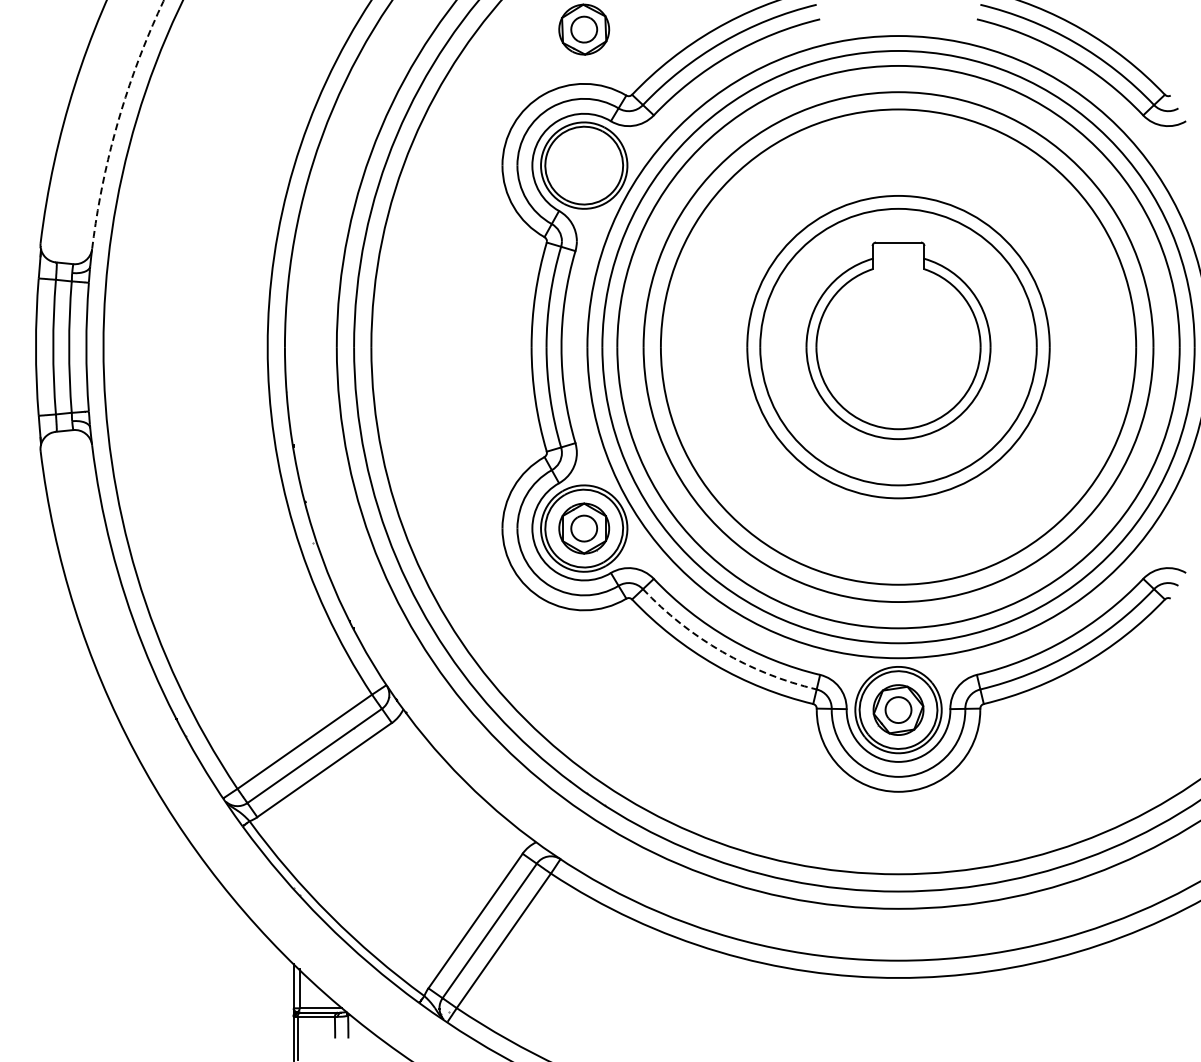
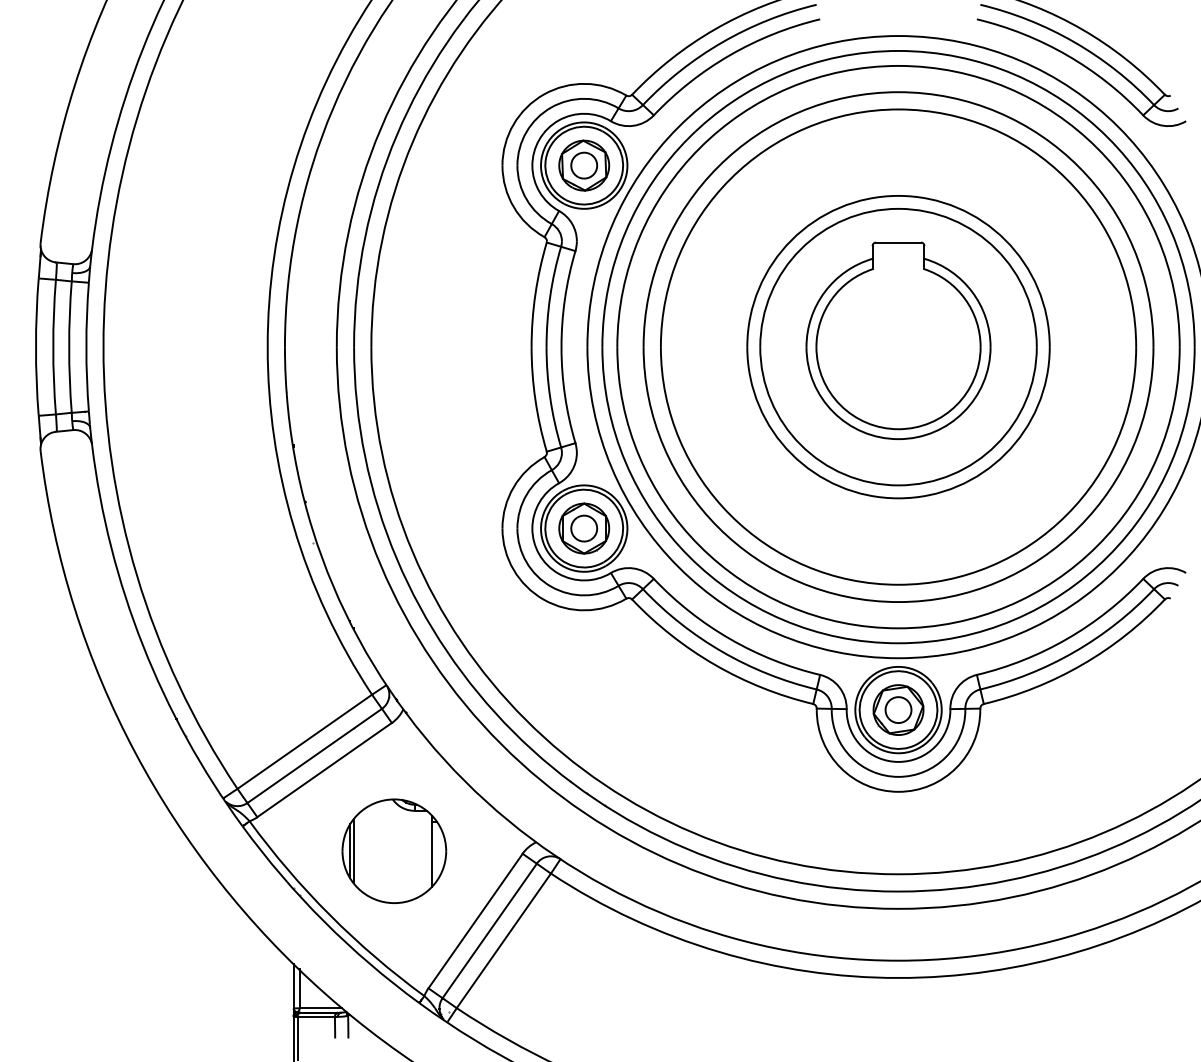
part at (584, 29) position: (584, 29) -> (584, 165)
arc at (117, 122): dashed -> solid
arc at (722, 651): dashed -> solid
part at (394, 850): none -> present
